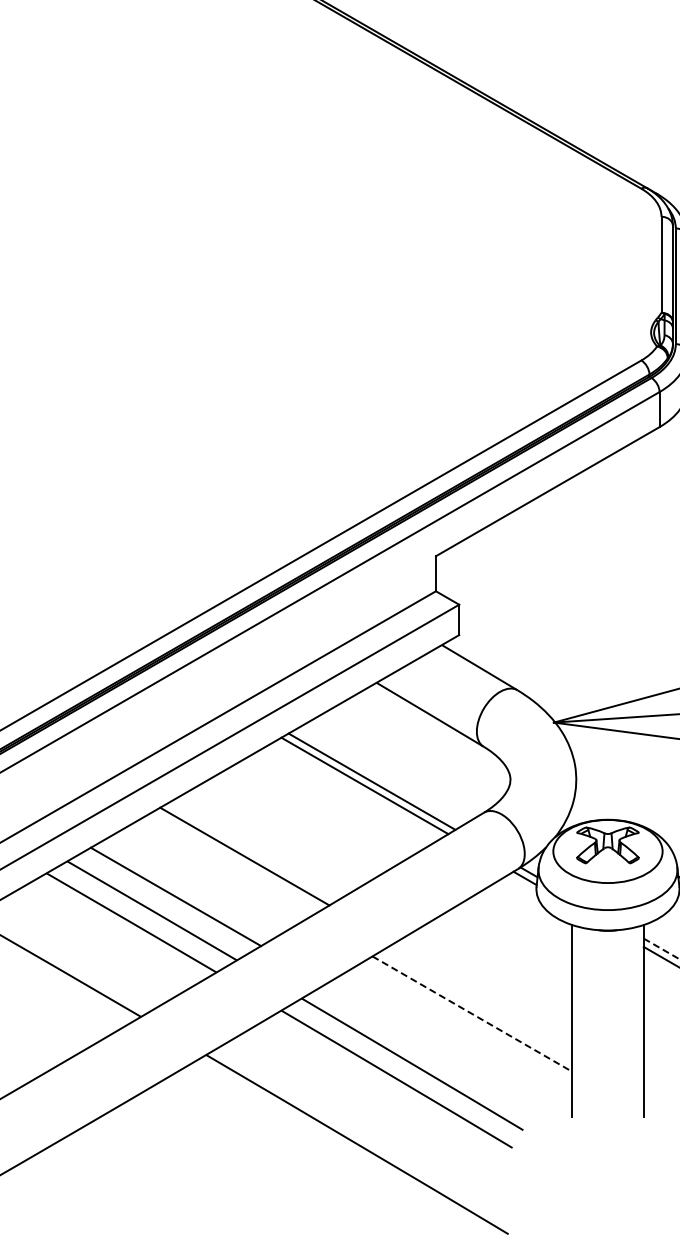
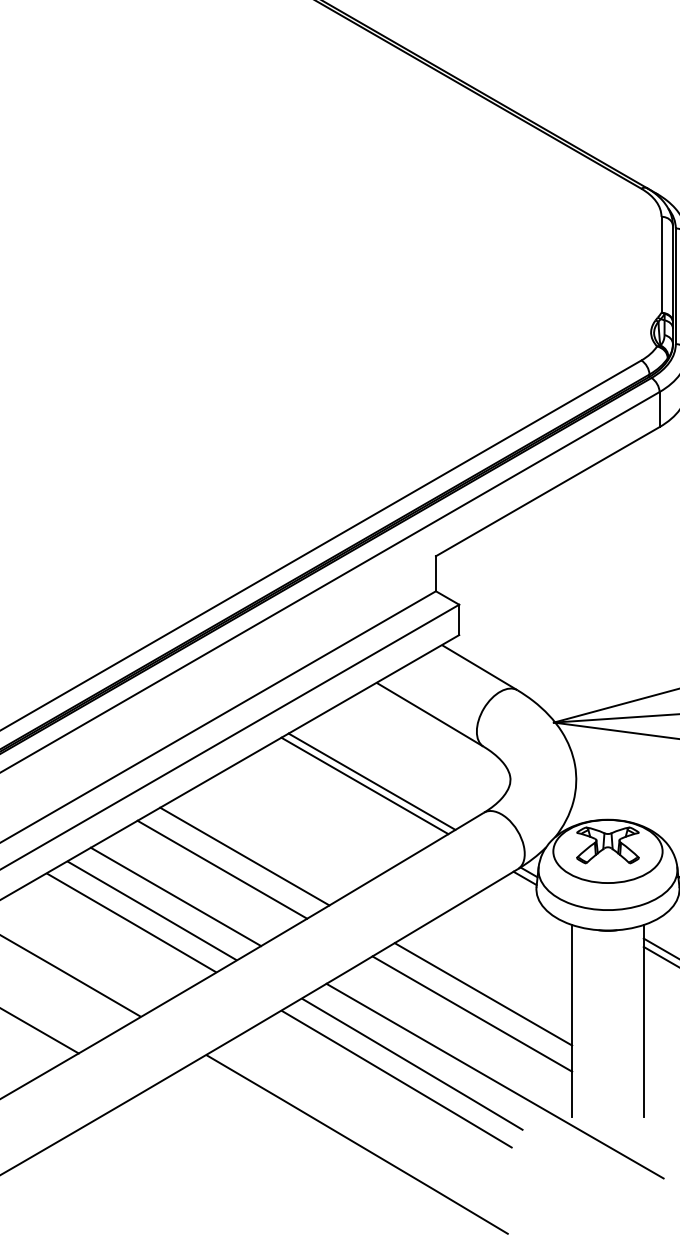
line at (222, 869): none -> present
line at (661, 949): dashed -> solid
line at (483, 994): none -> present
line at (472, 1014): dashed -> solid
line at (40, 1031): none -> present
line at (494, 1080): none -> present
